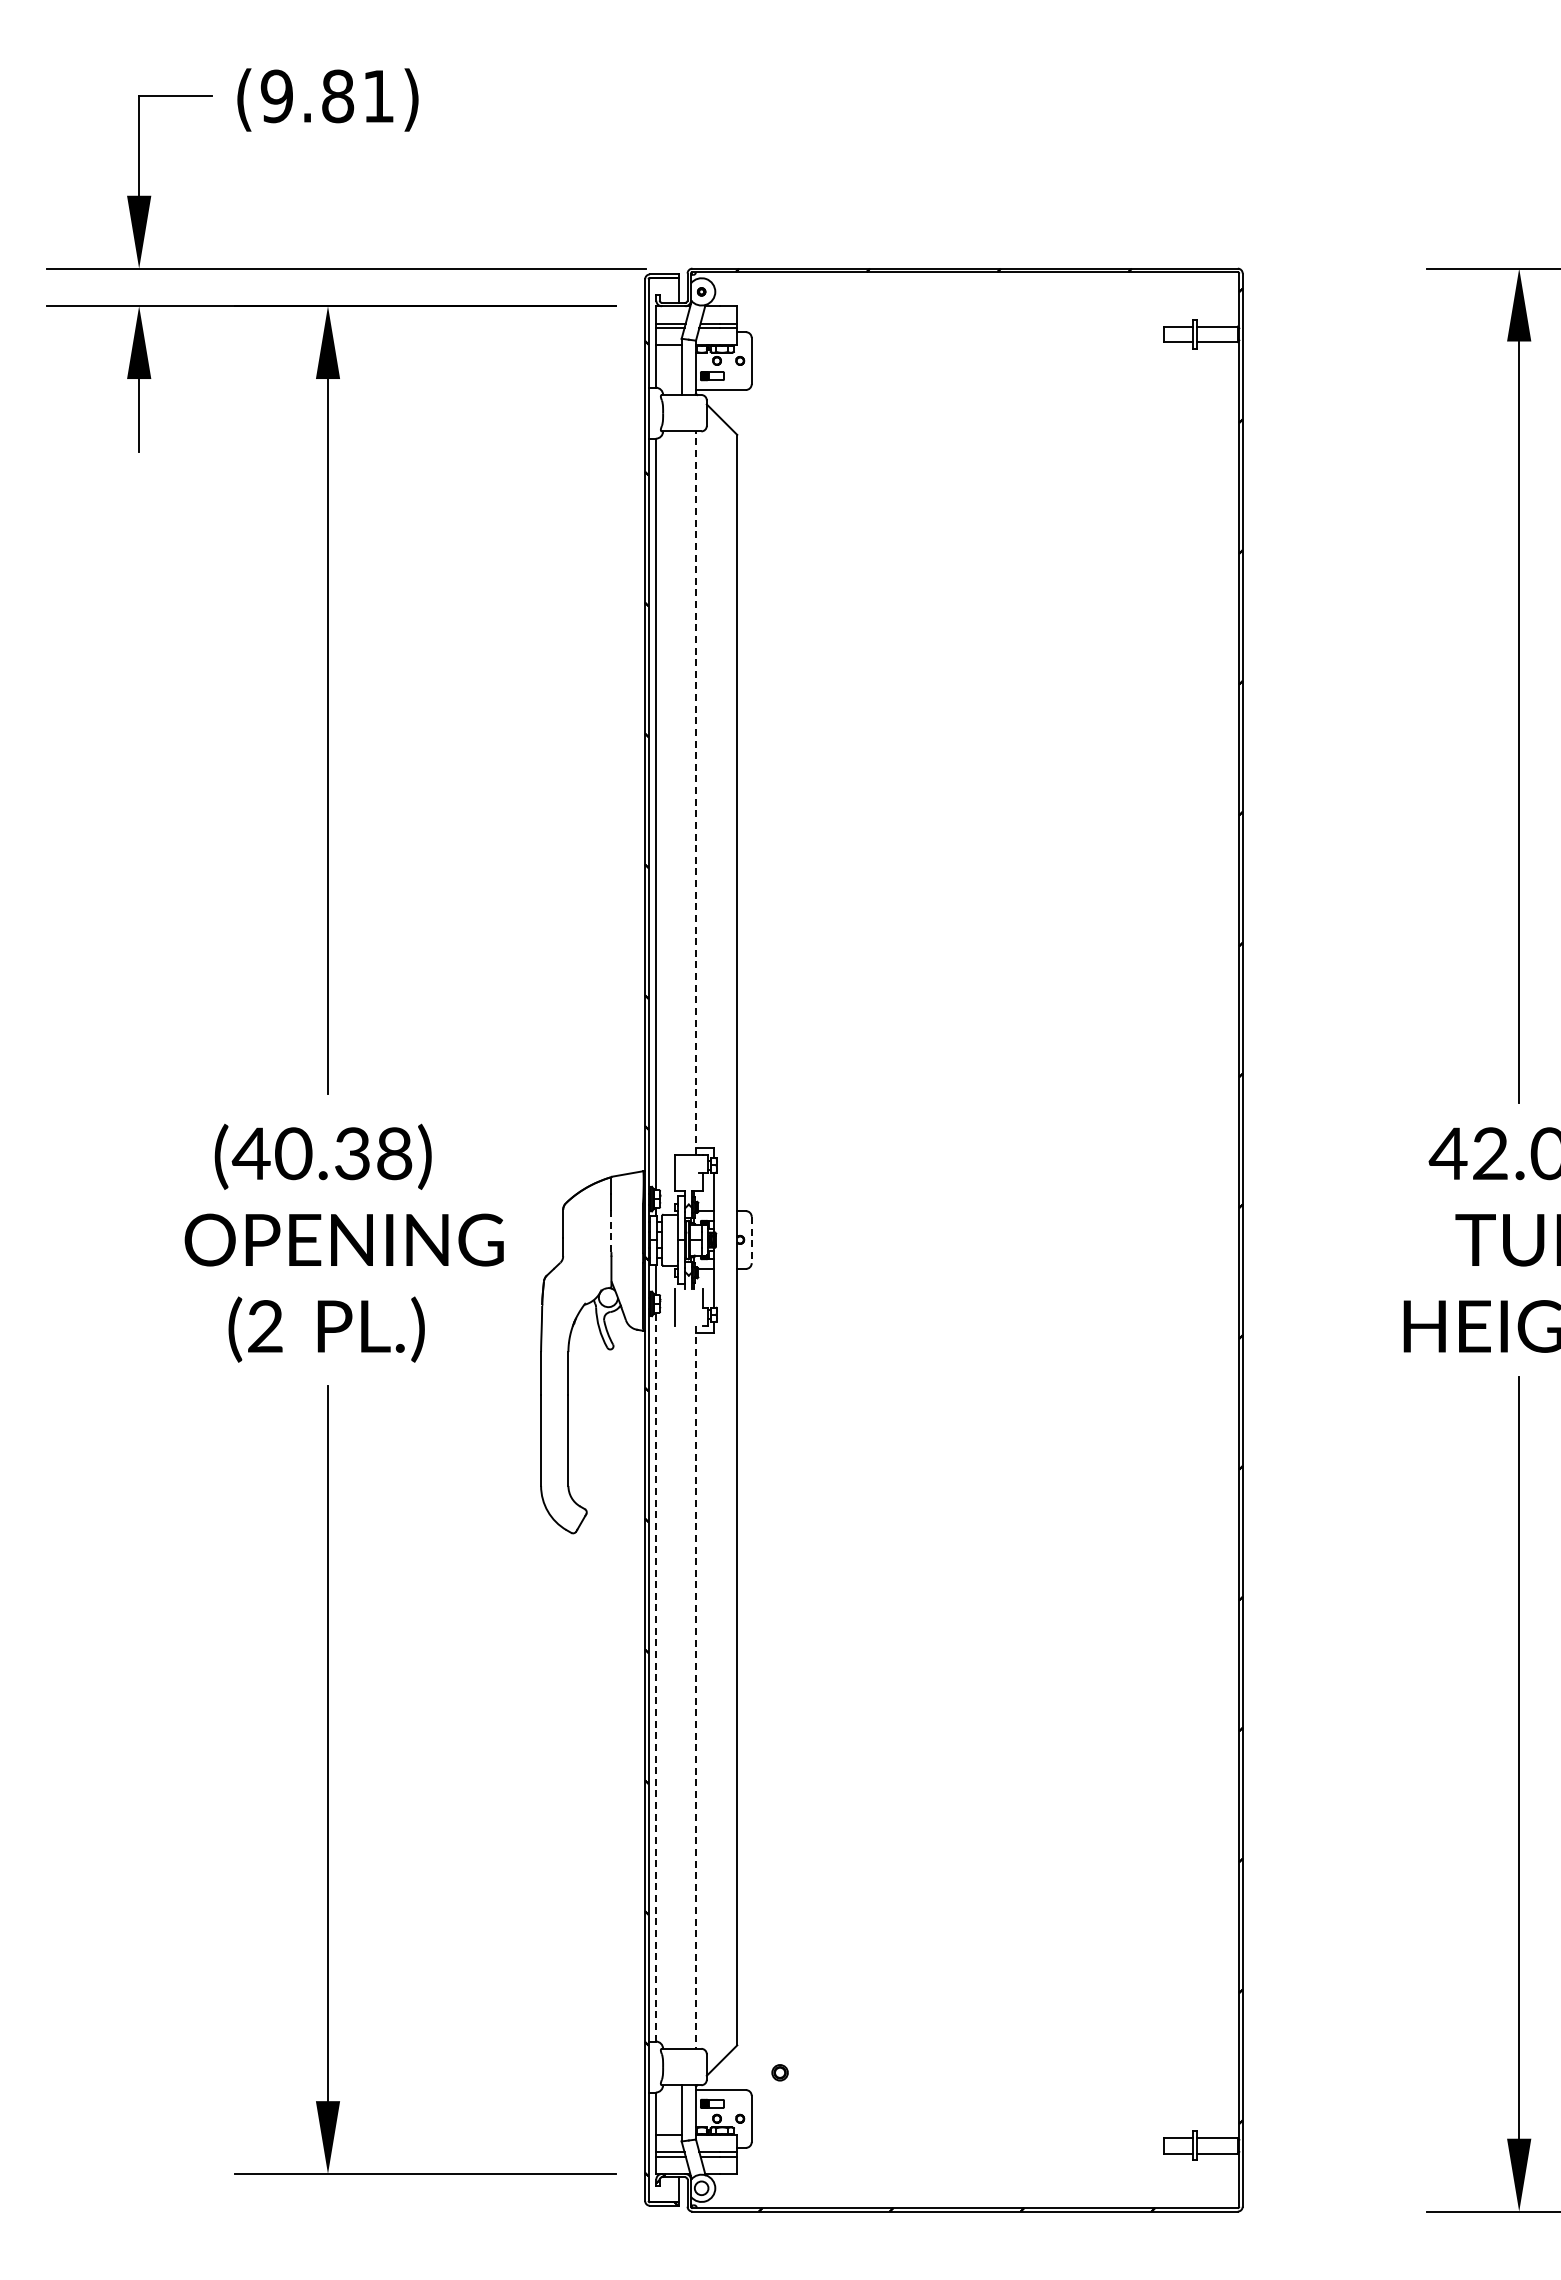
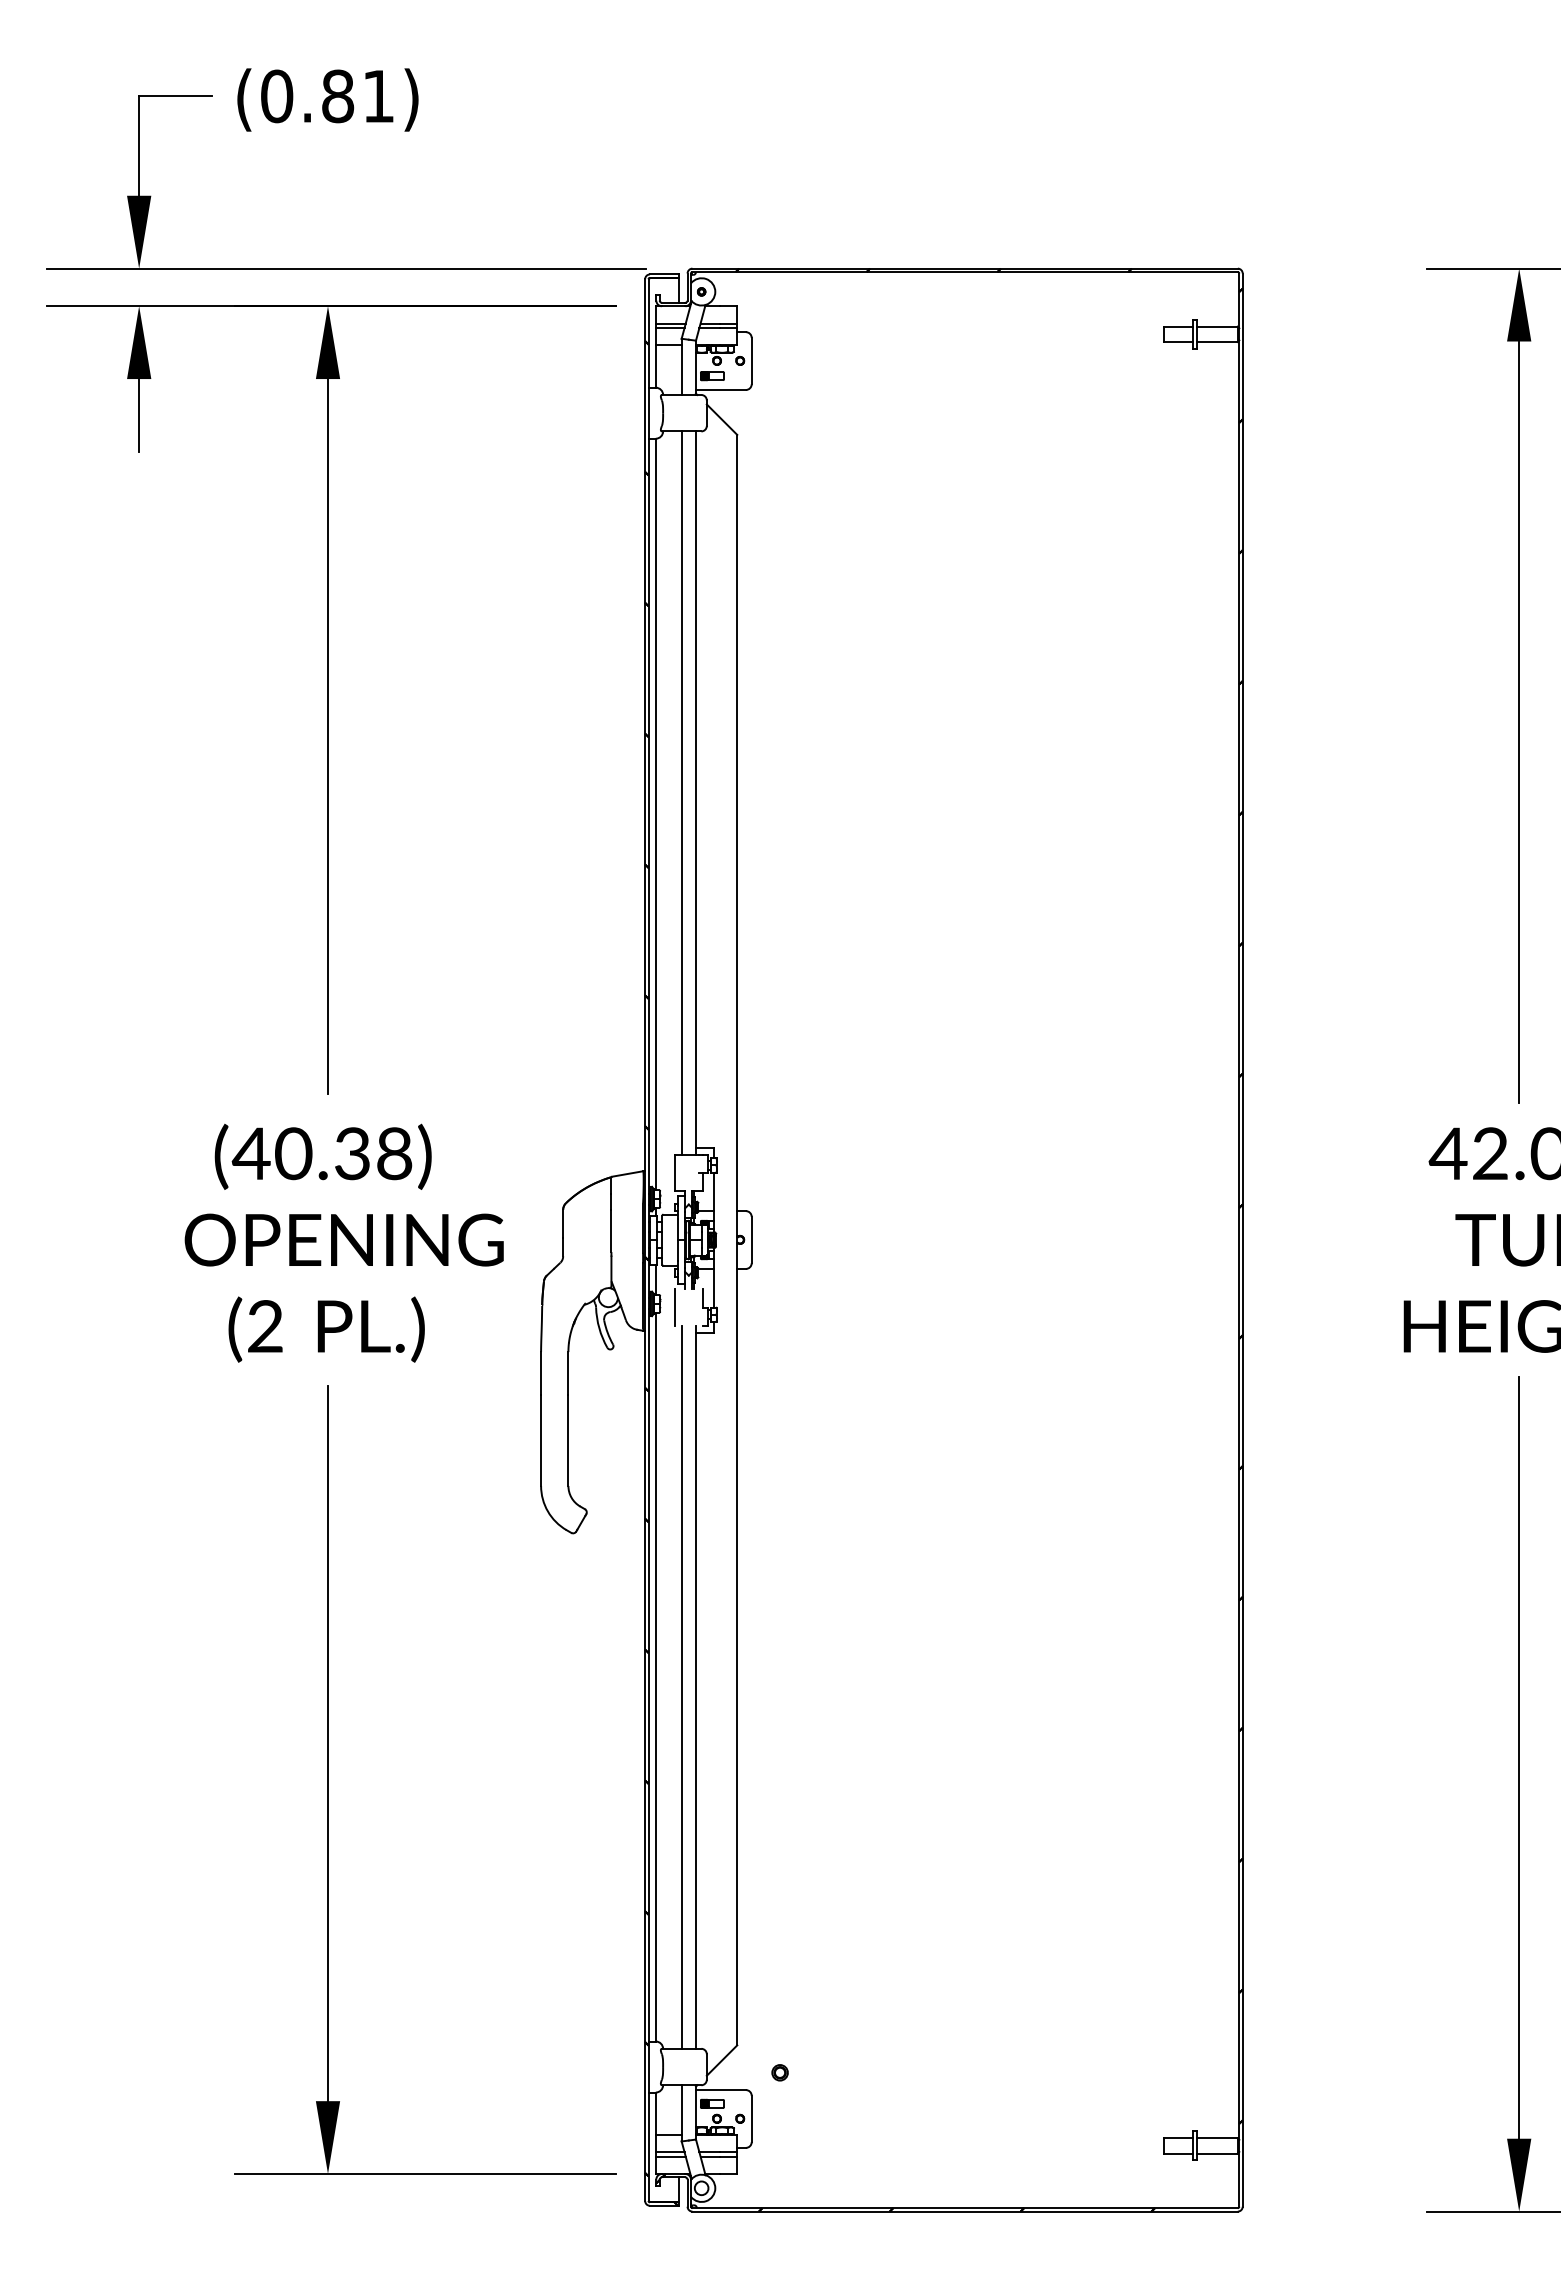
text at (276, 96): (9.81) -> (0.81)
line at (681, 792): none -> present
line at (696, 792): dashed -> solid
line at (611, 1231): dashed -> solid
line at (751, 1240): dashed -> solid
line at (656, 1676): dashed -> solid
line at (681, 1686): none -> present
line at (696, 1687): dashed -> solid
